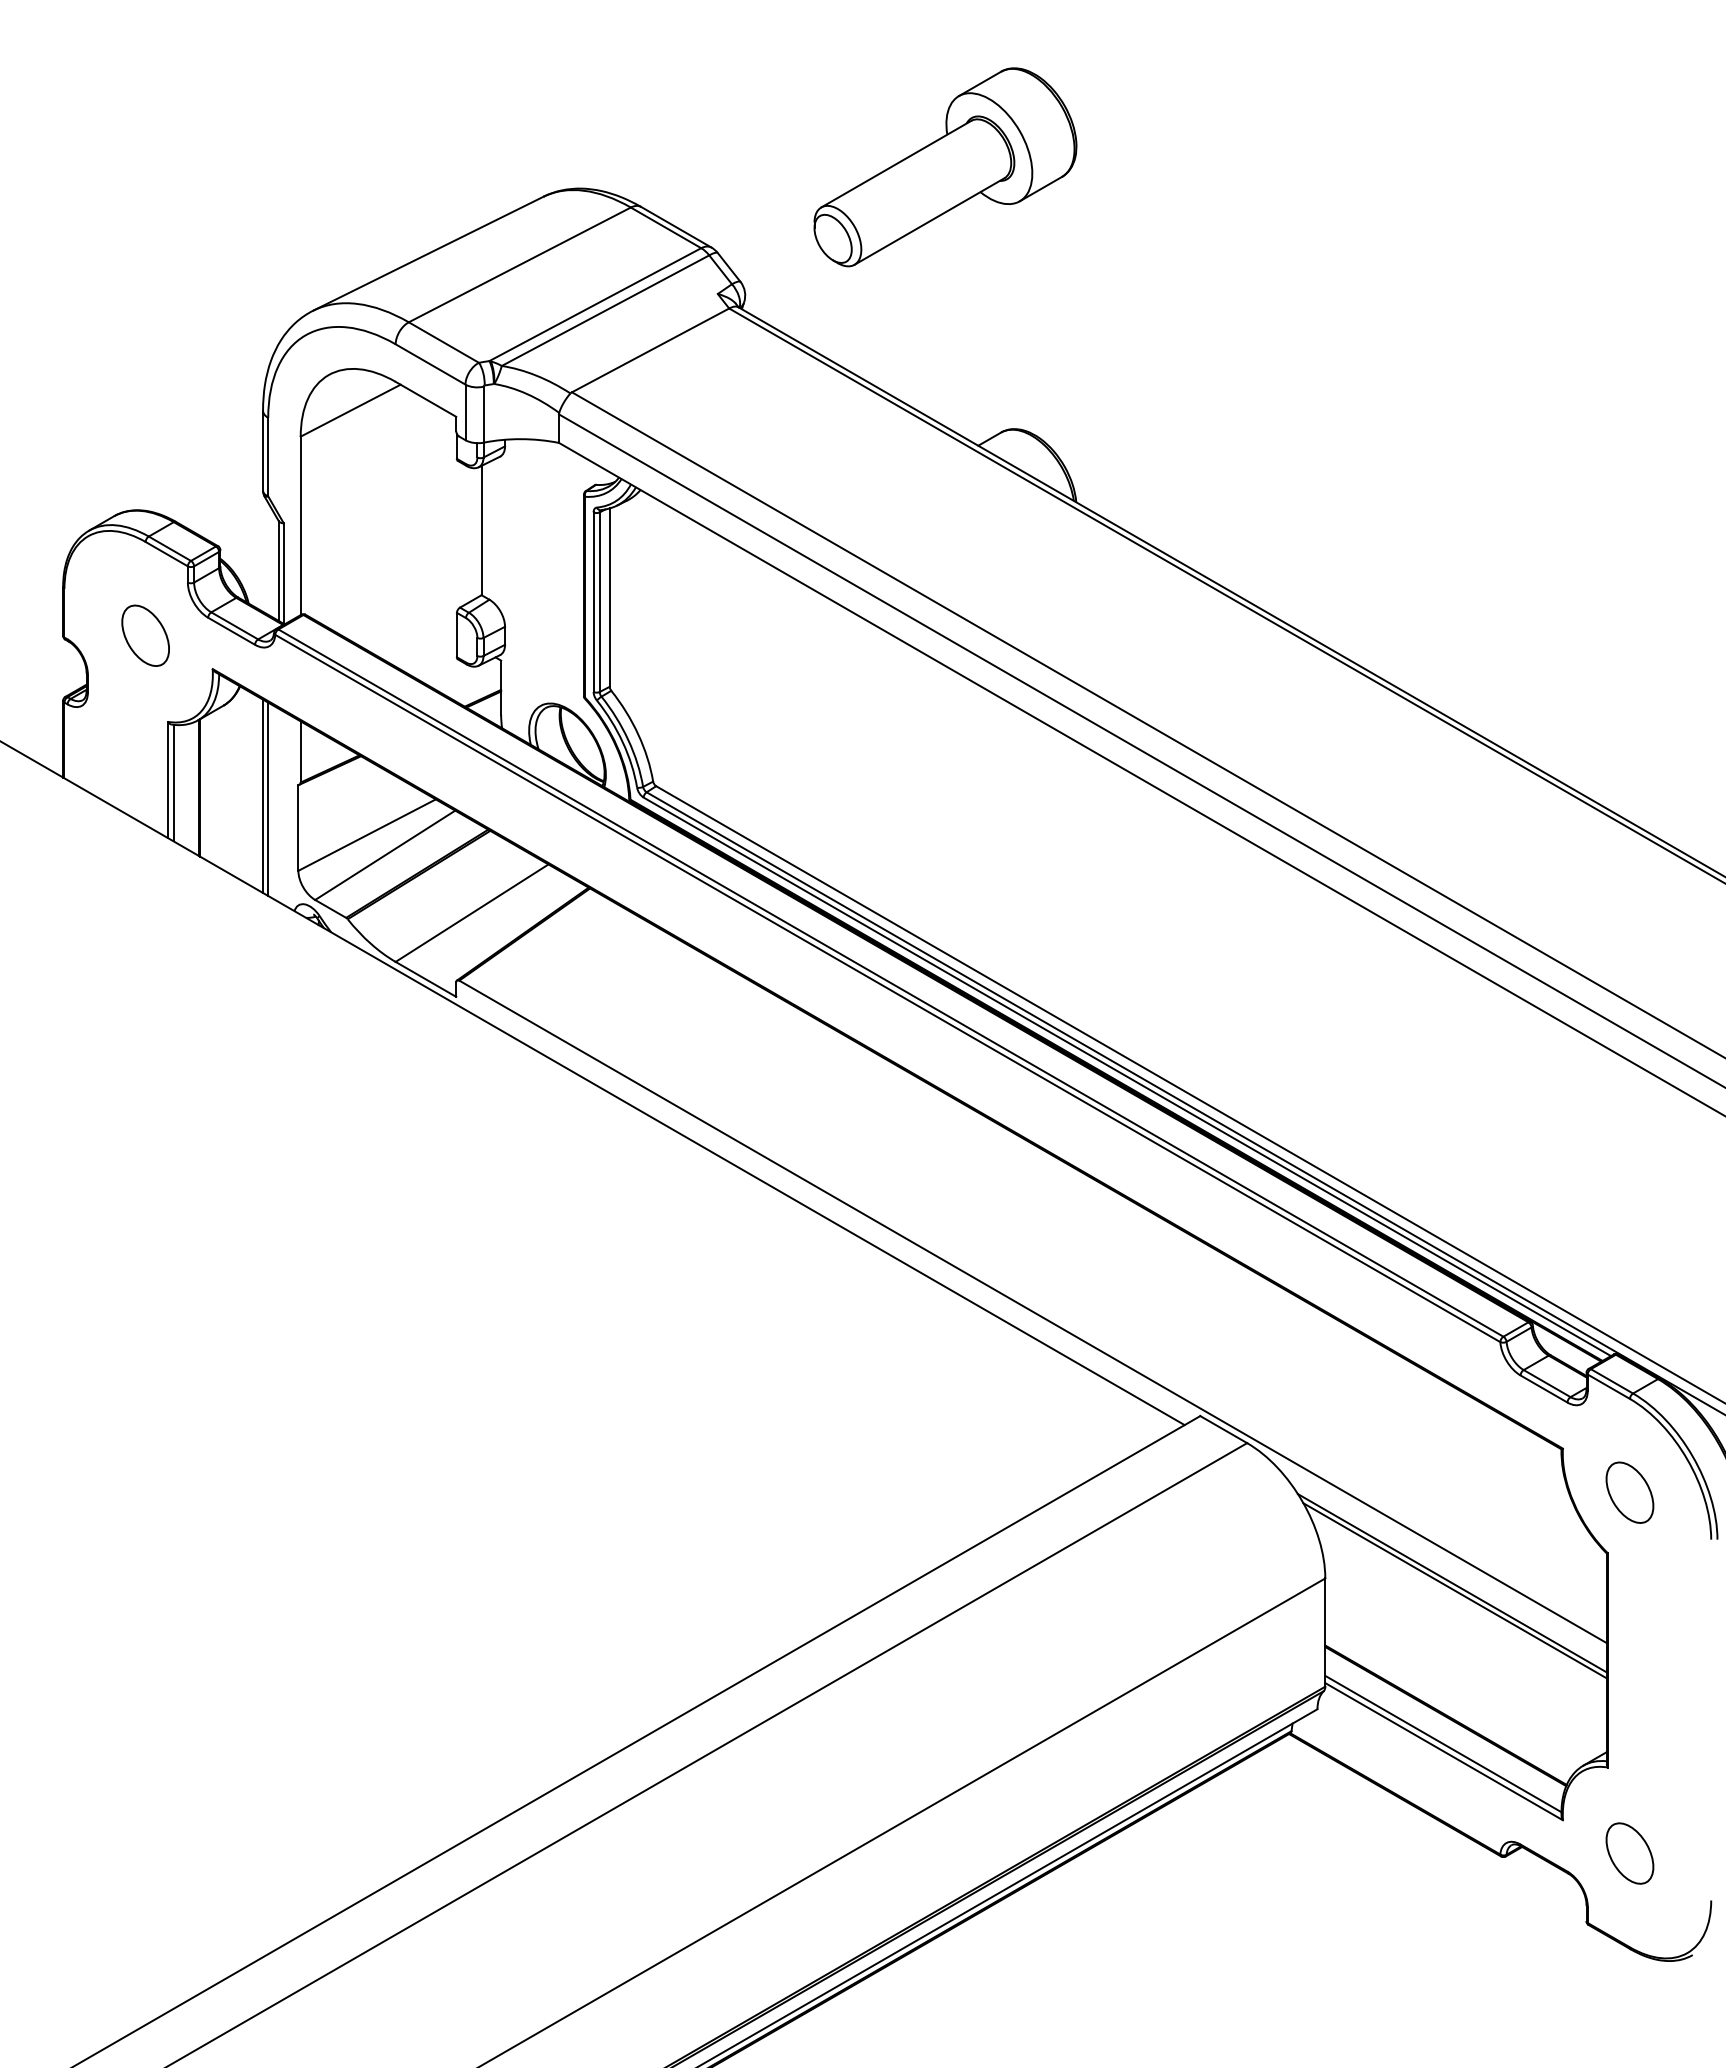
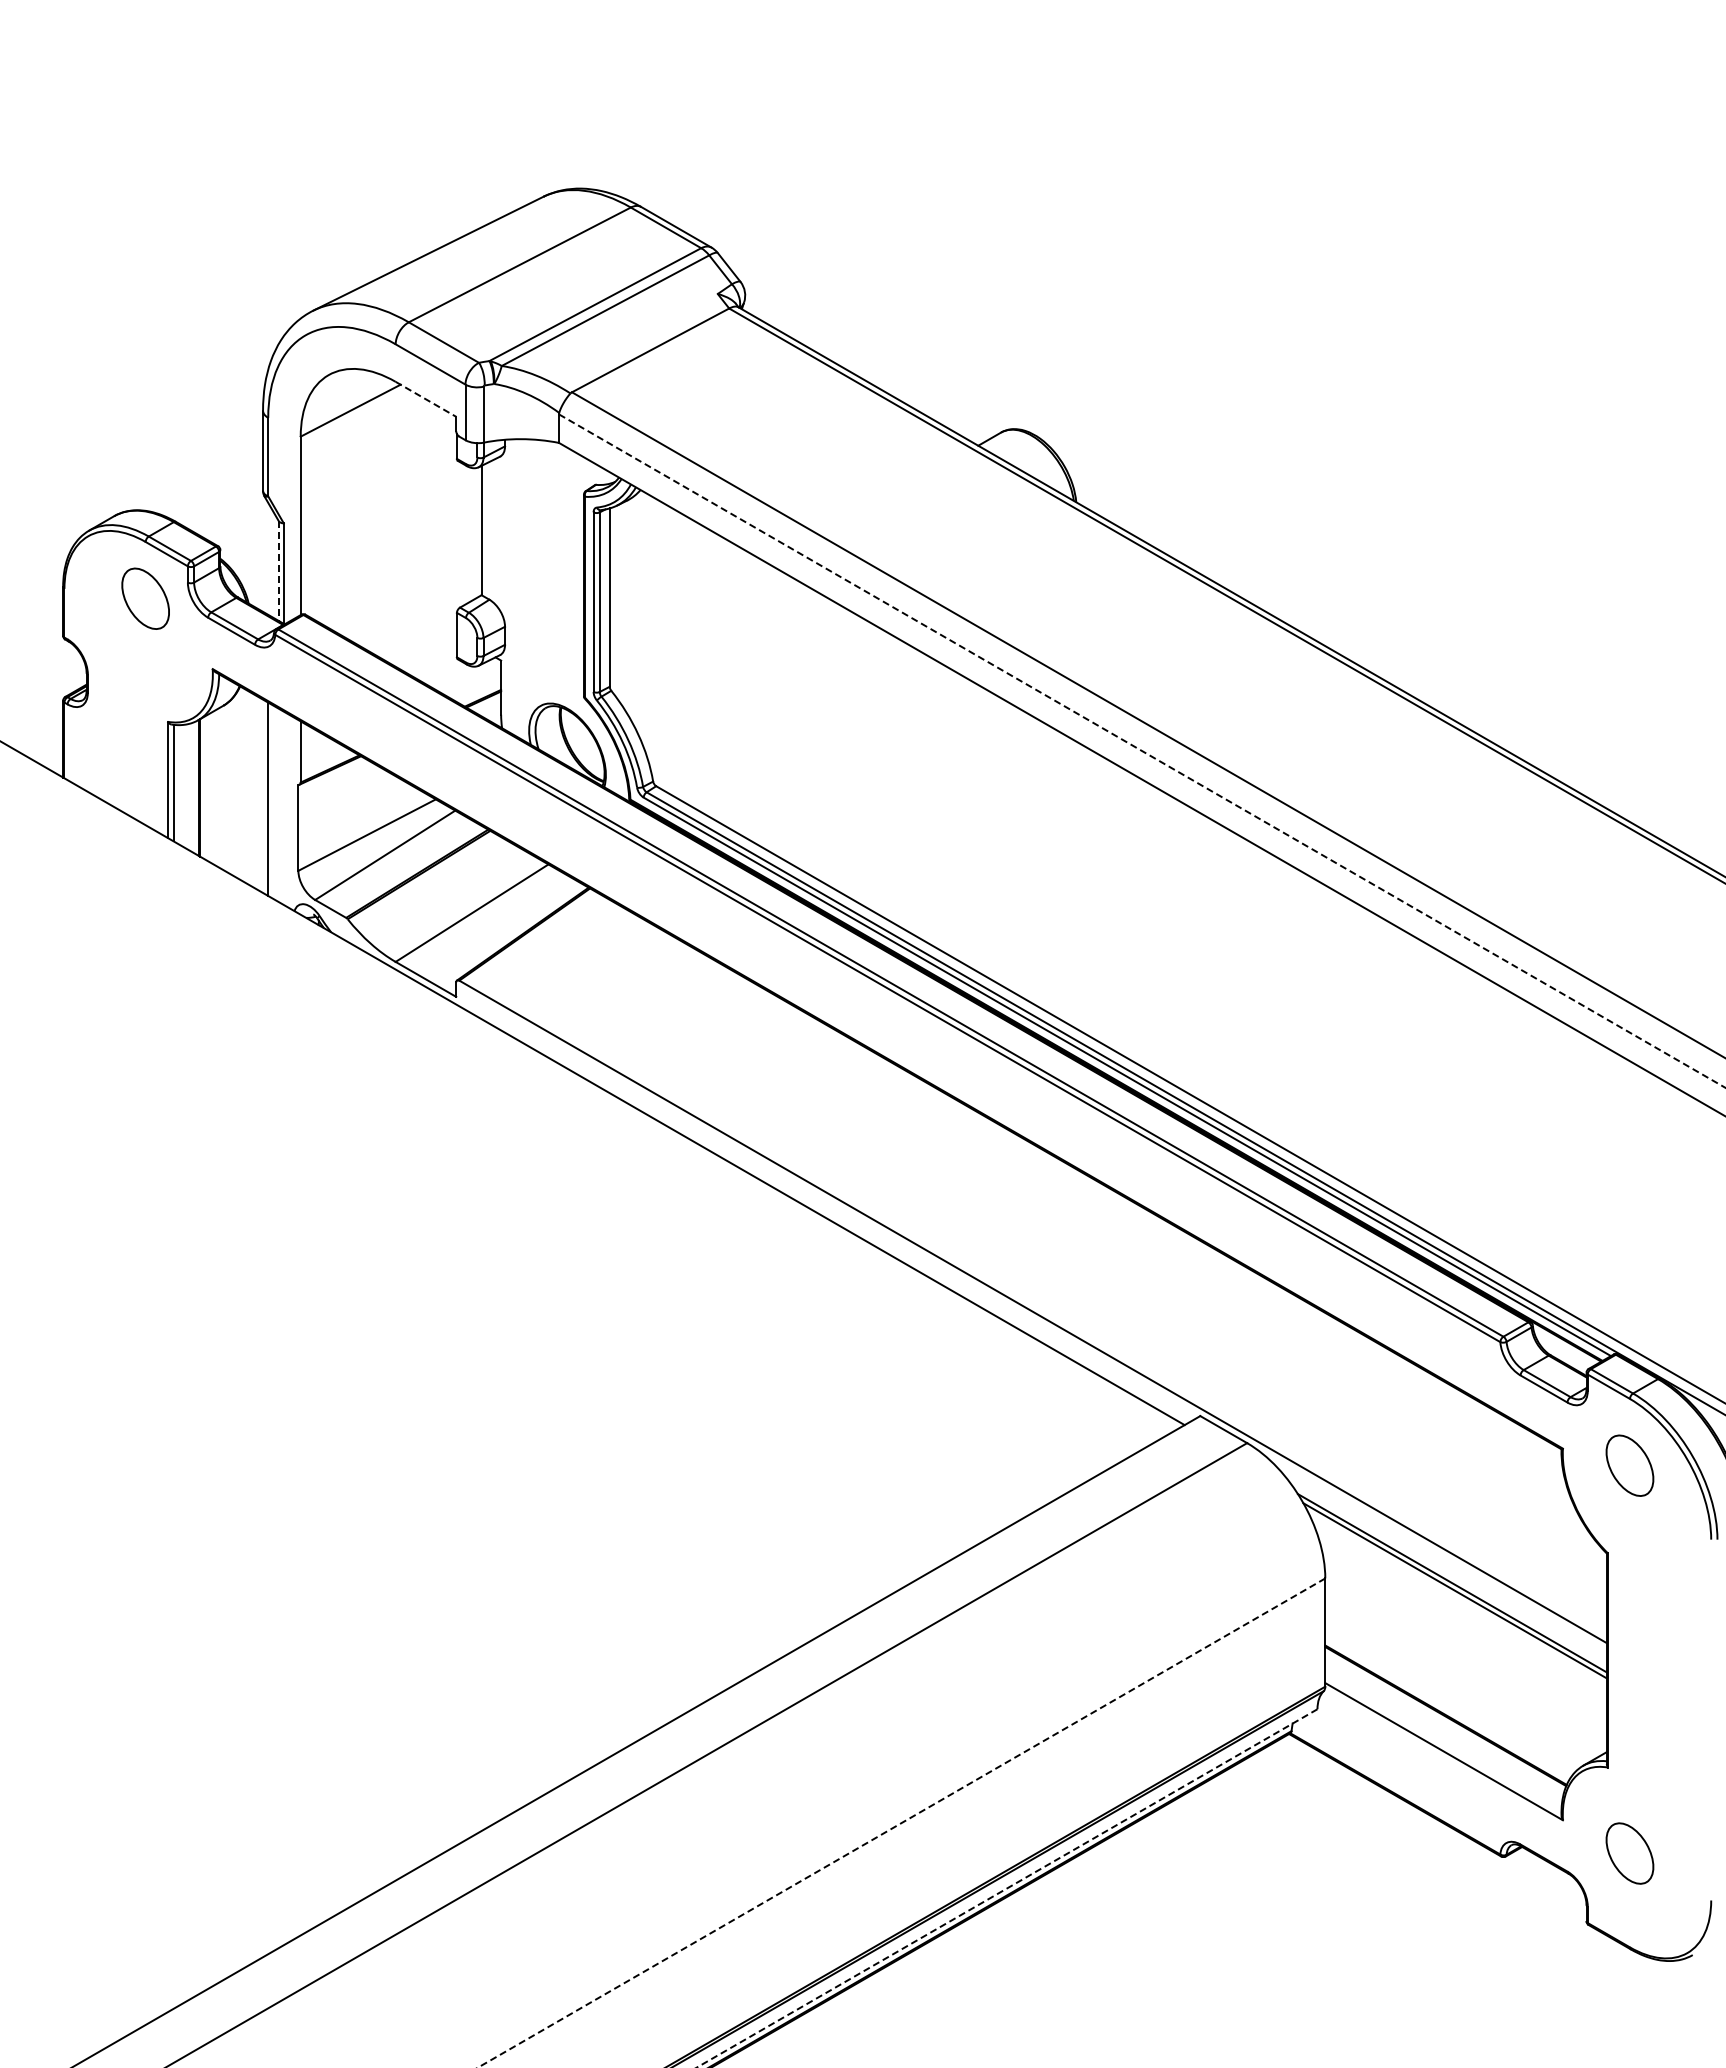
part at (945, 167): present -> none
line at (425, 399): solid -> dashed
line at (278, 570): solid -> dashed
part at (145, 635) position: (145, 635) -> (145, 598)
line at (1142, 751): solid -> dashed
line at (263, 795): present -> none
part at (1629, 1492) position: (1629, 1492) -> (1629, 1465)
line at (1443, 1743): present -> none
line at (901, 1823): solid -> dashed
line at (1006, 1888): solid -> dashed
